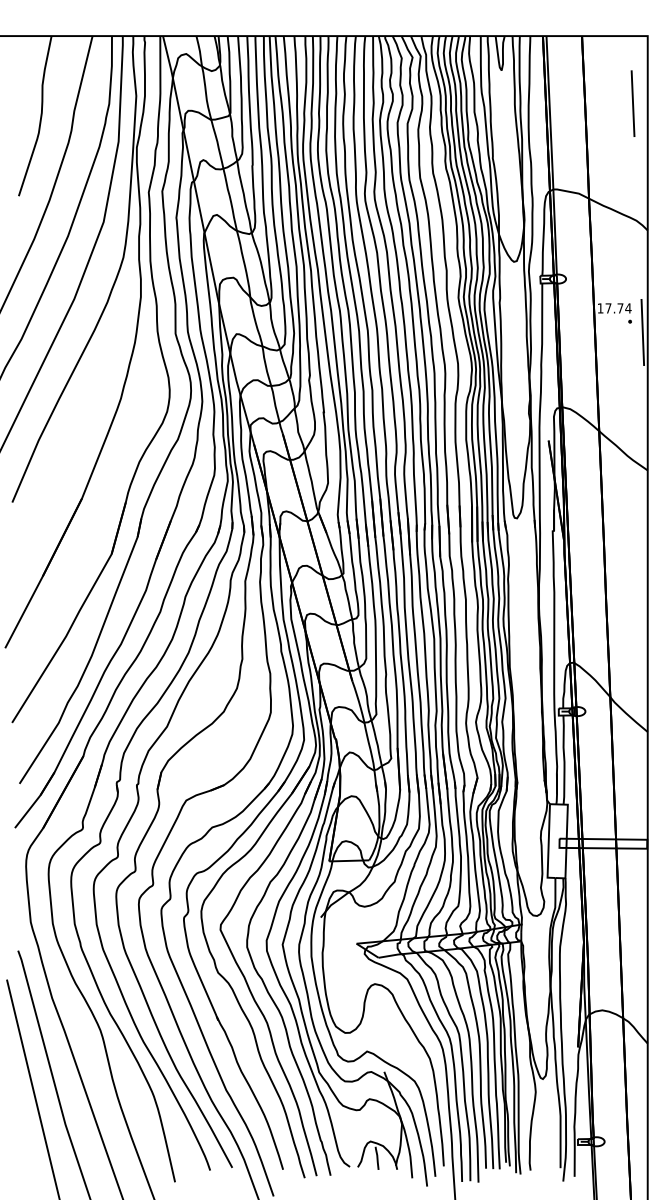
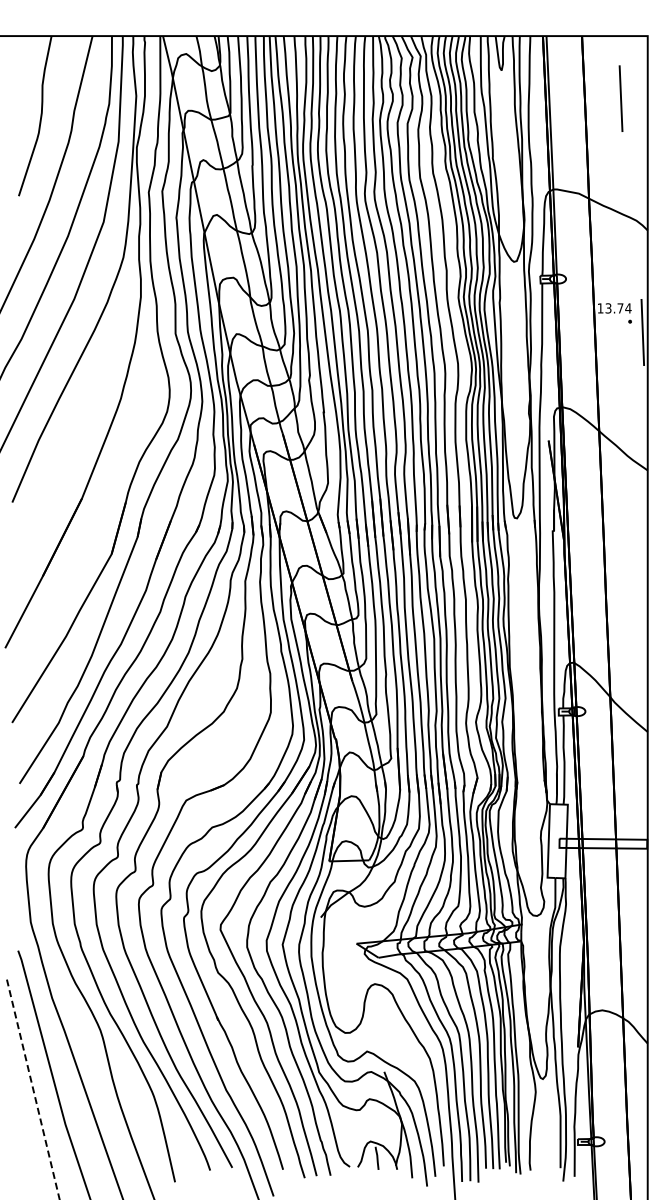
line at (632, 103) position: (632, 103) -> (620, 98)
text at (608, 308): 17.74 -> 13.74
line at (33, 1089): solid -> dashed
